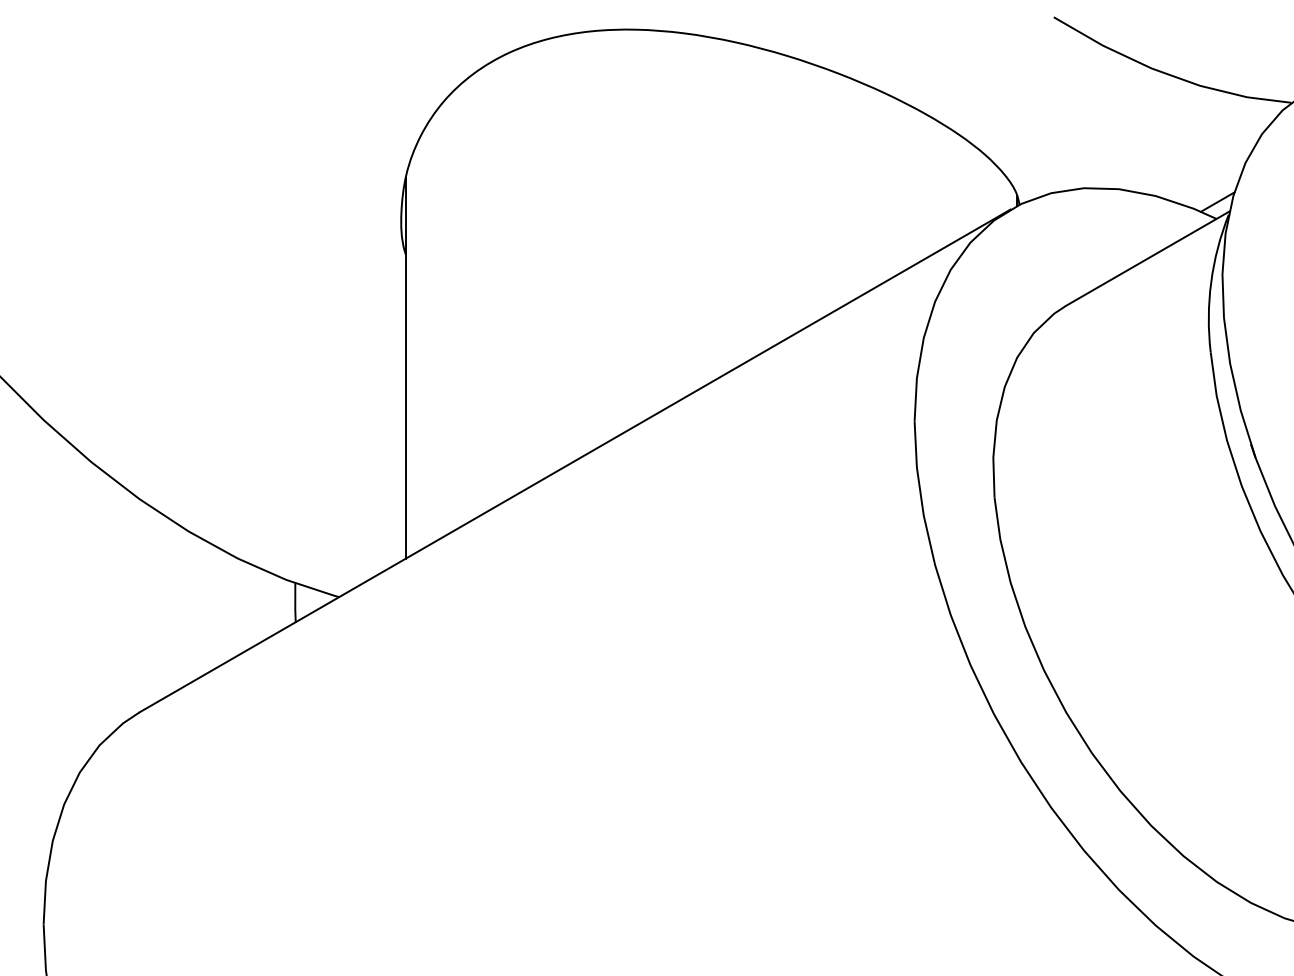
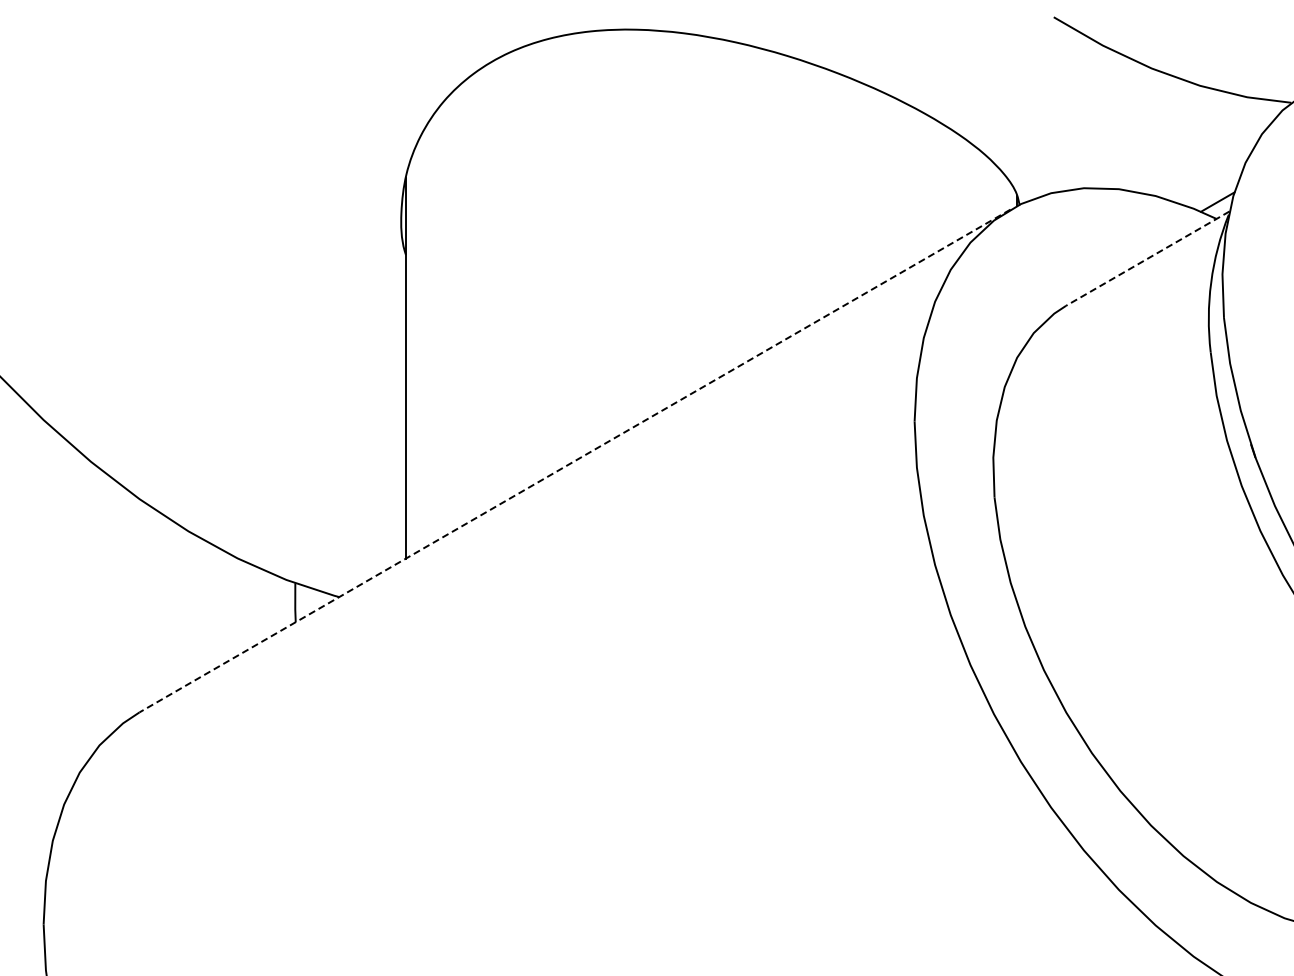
line at (1147, 258): solid -> dashed
line at (575, 460): solid -> dashed
